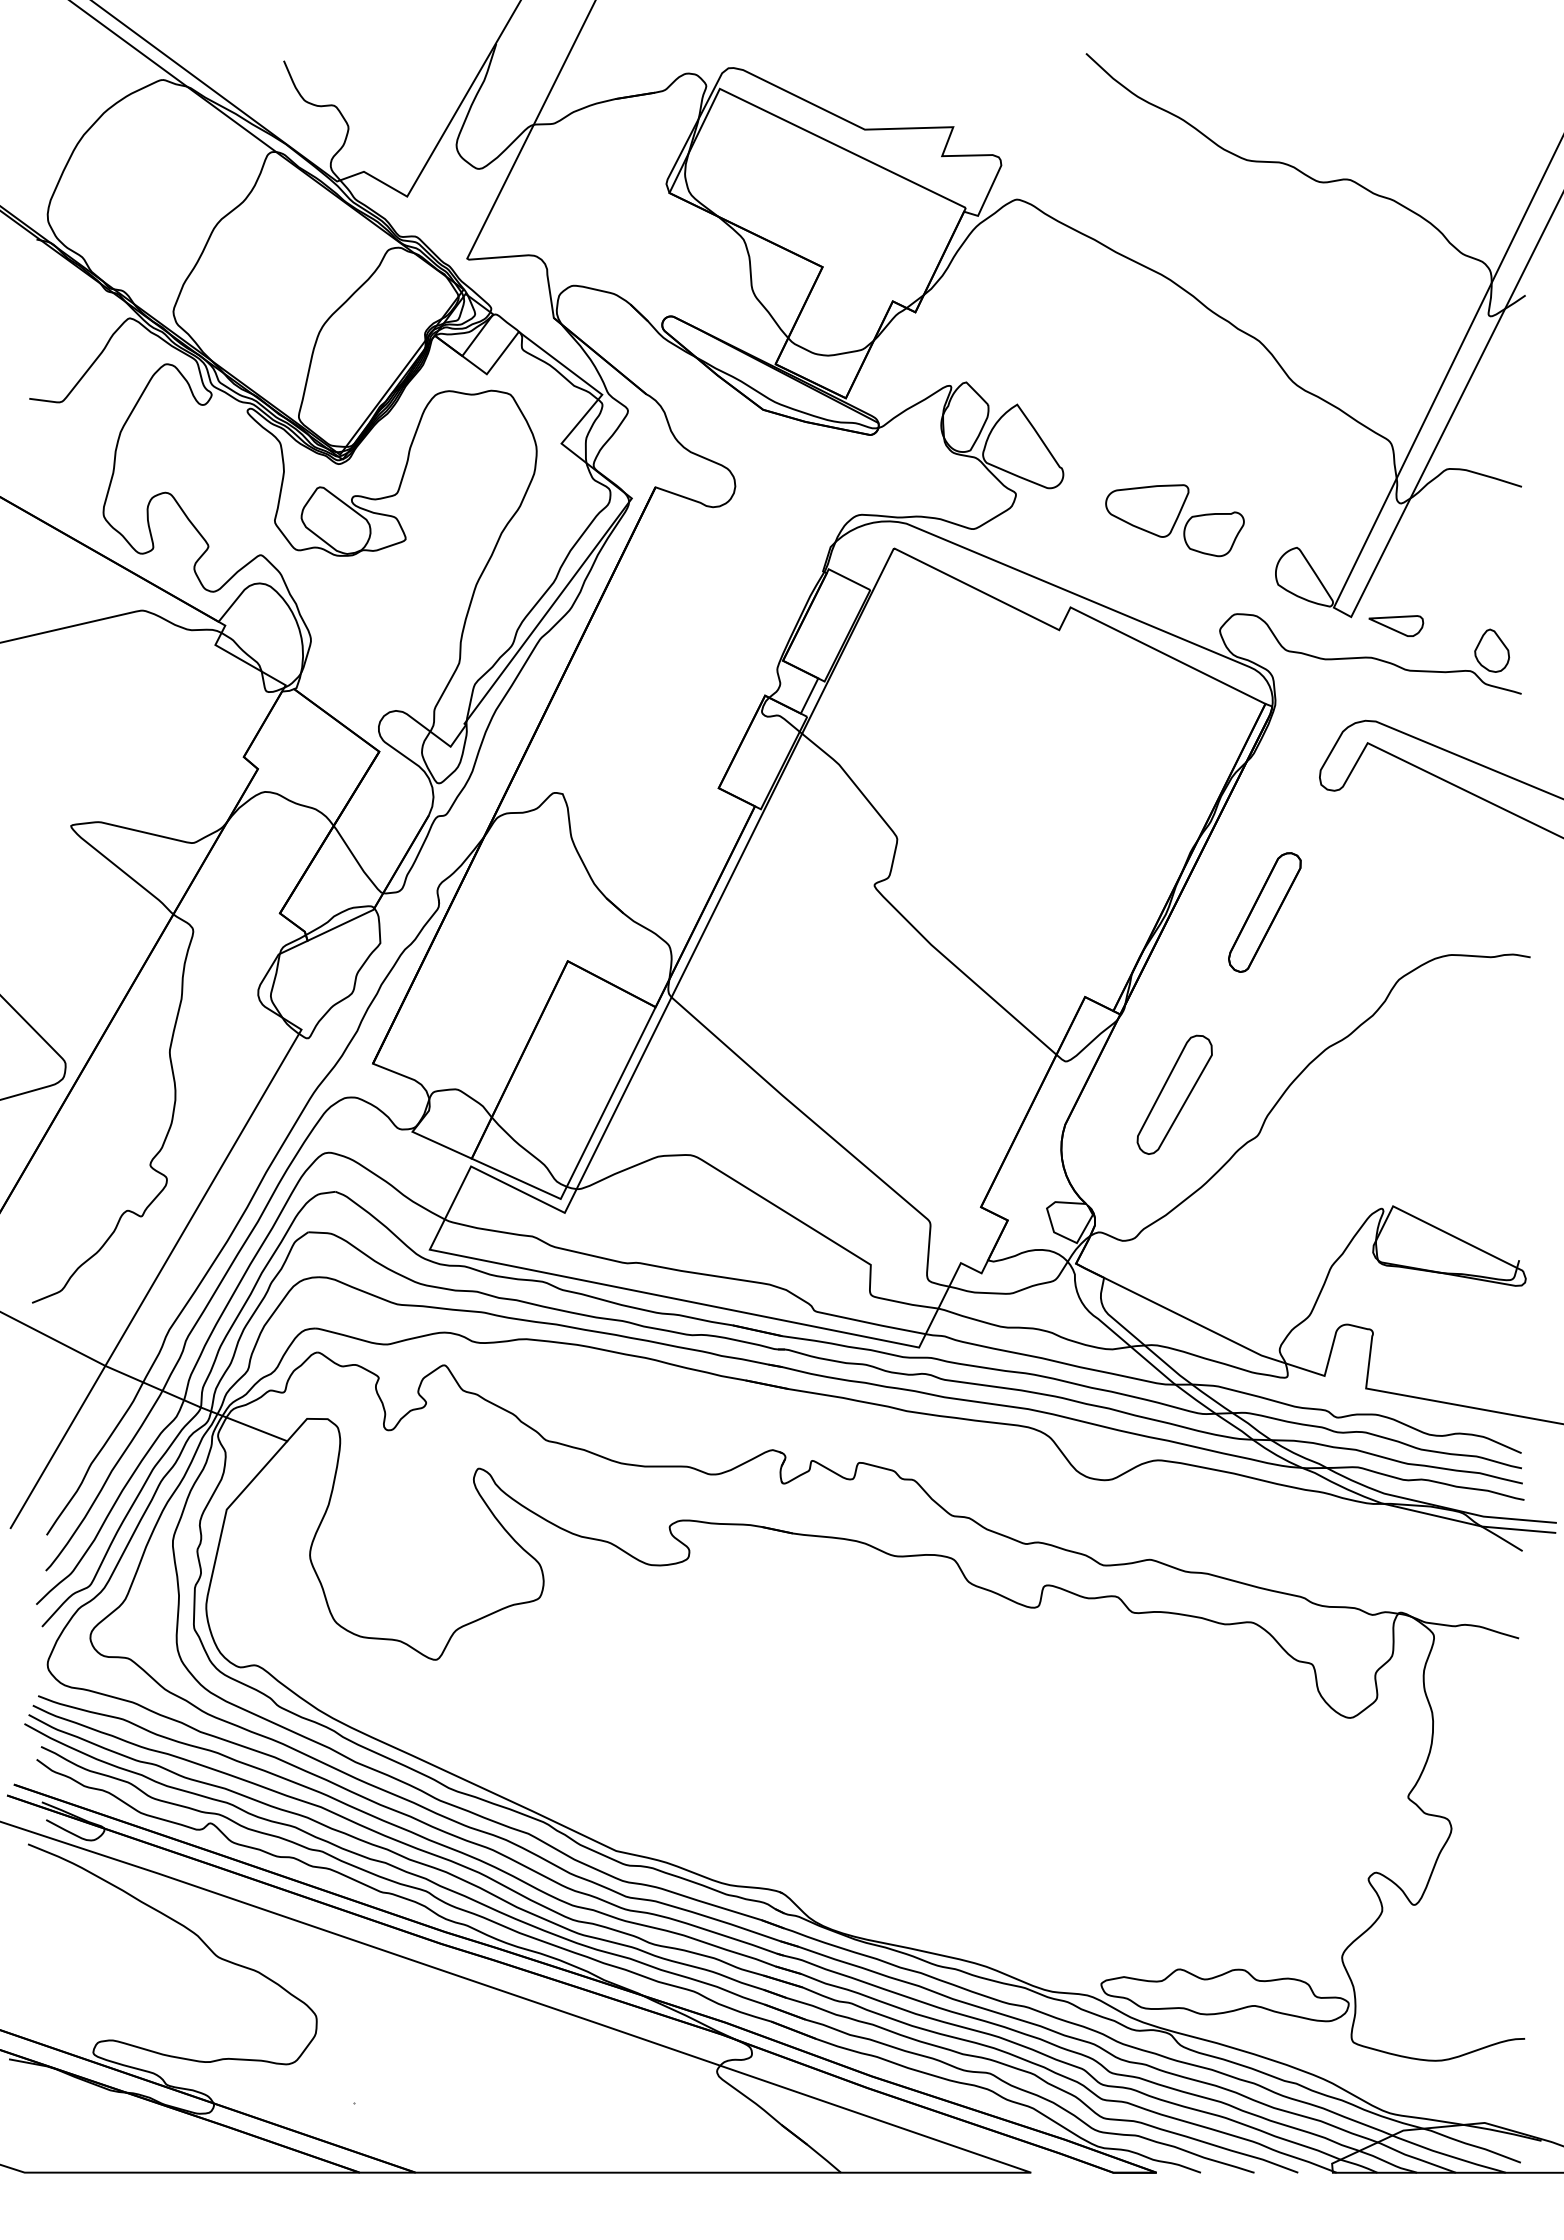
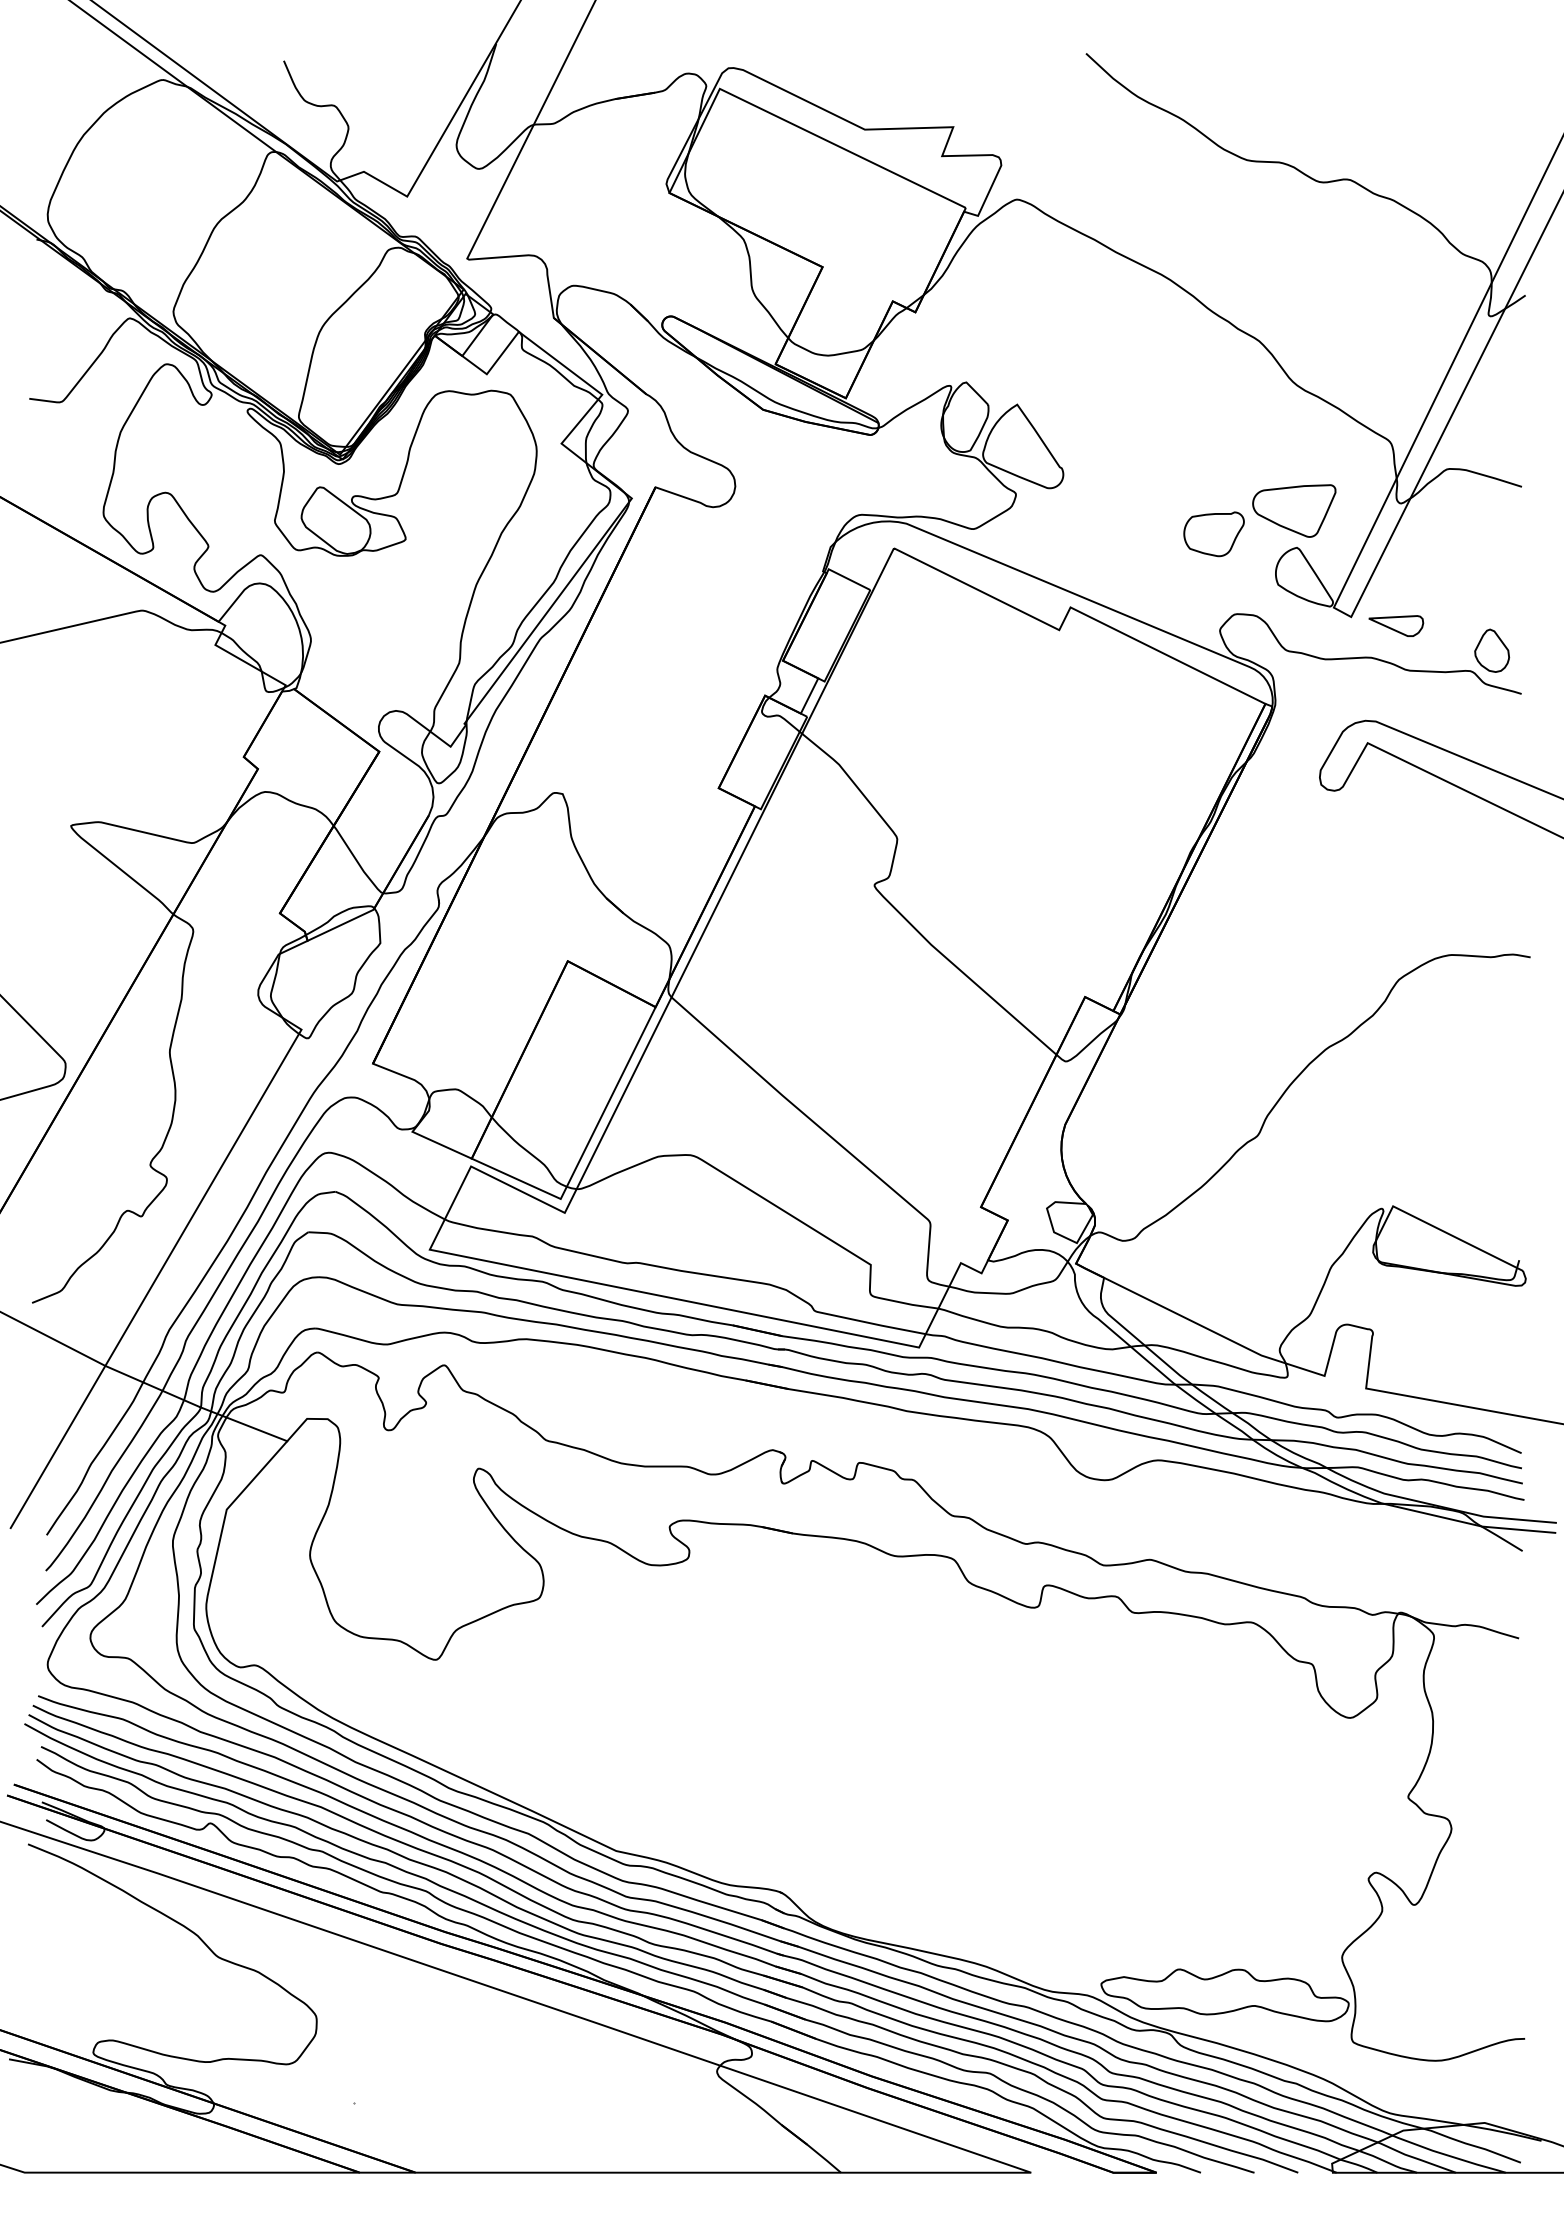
part at (1147, 510) position: (1147, 510) -> (1294, 510)
part at (1264, 912): present -> none
part at (1174, 1094): present -> none
